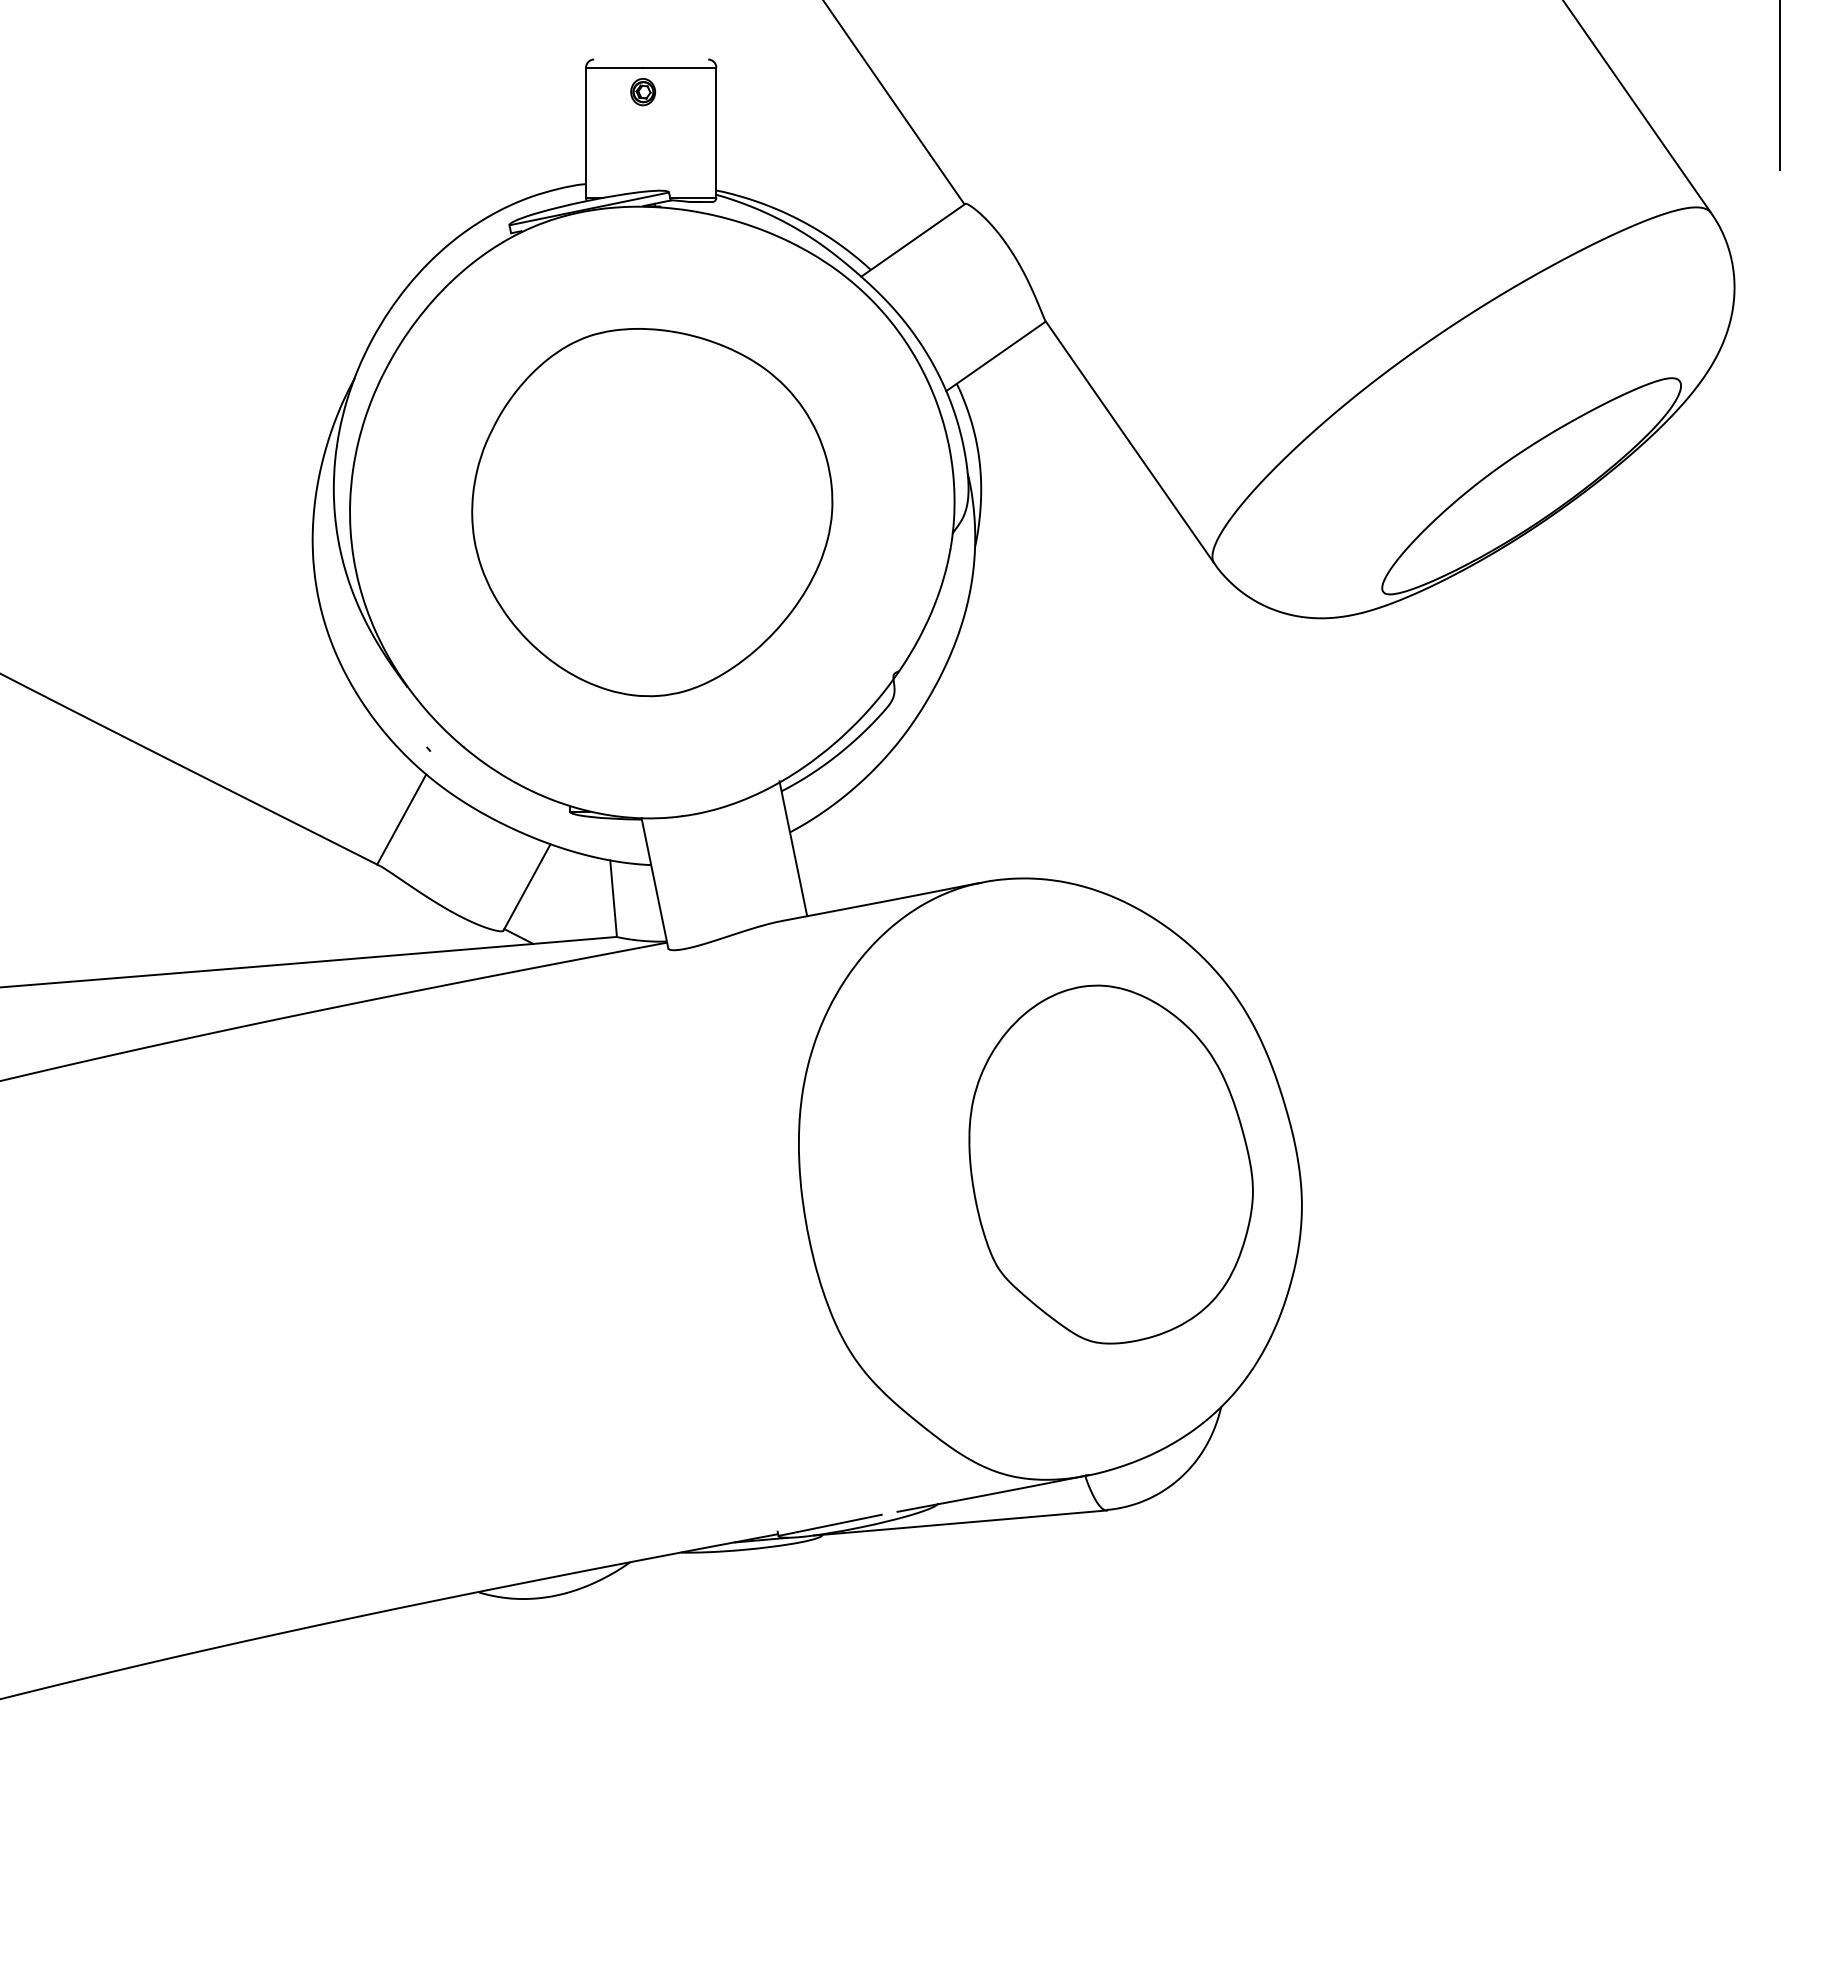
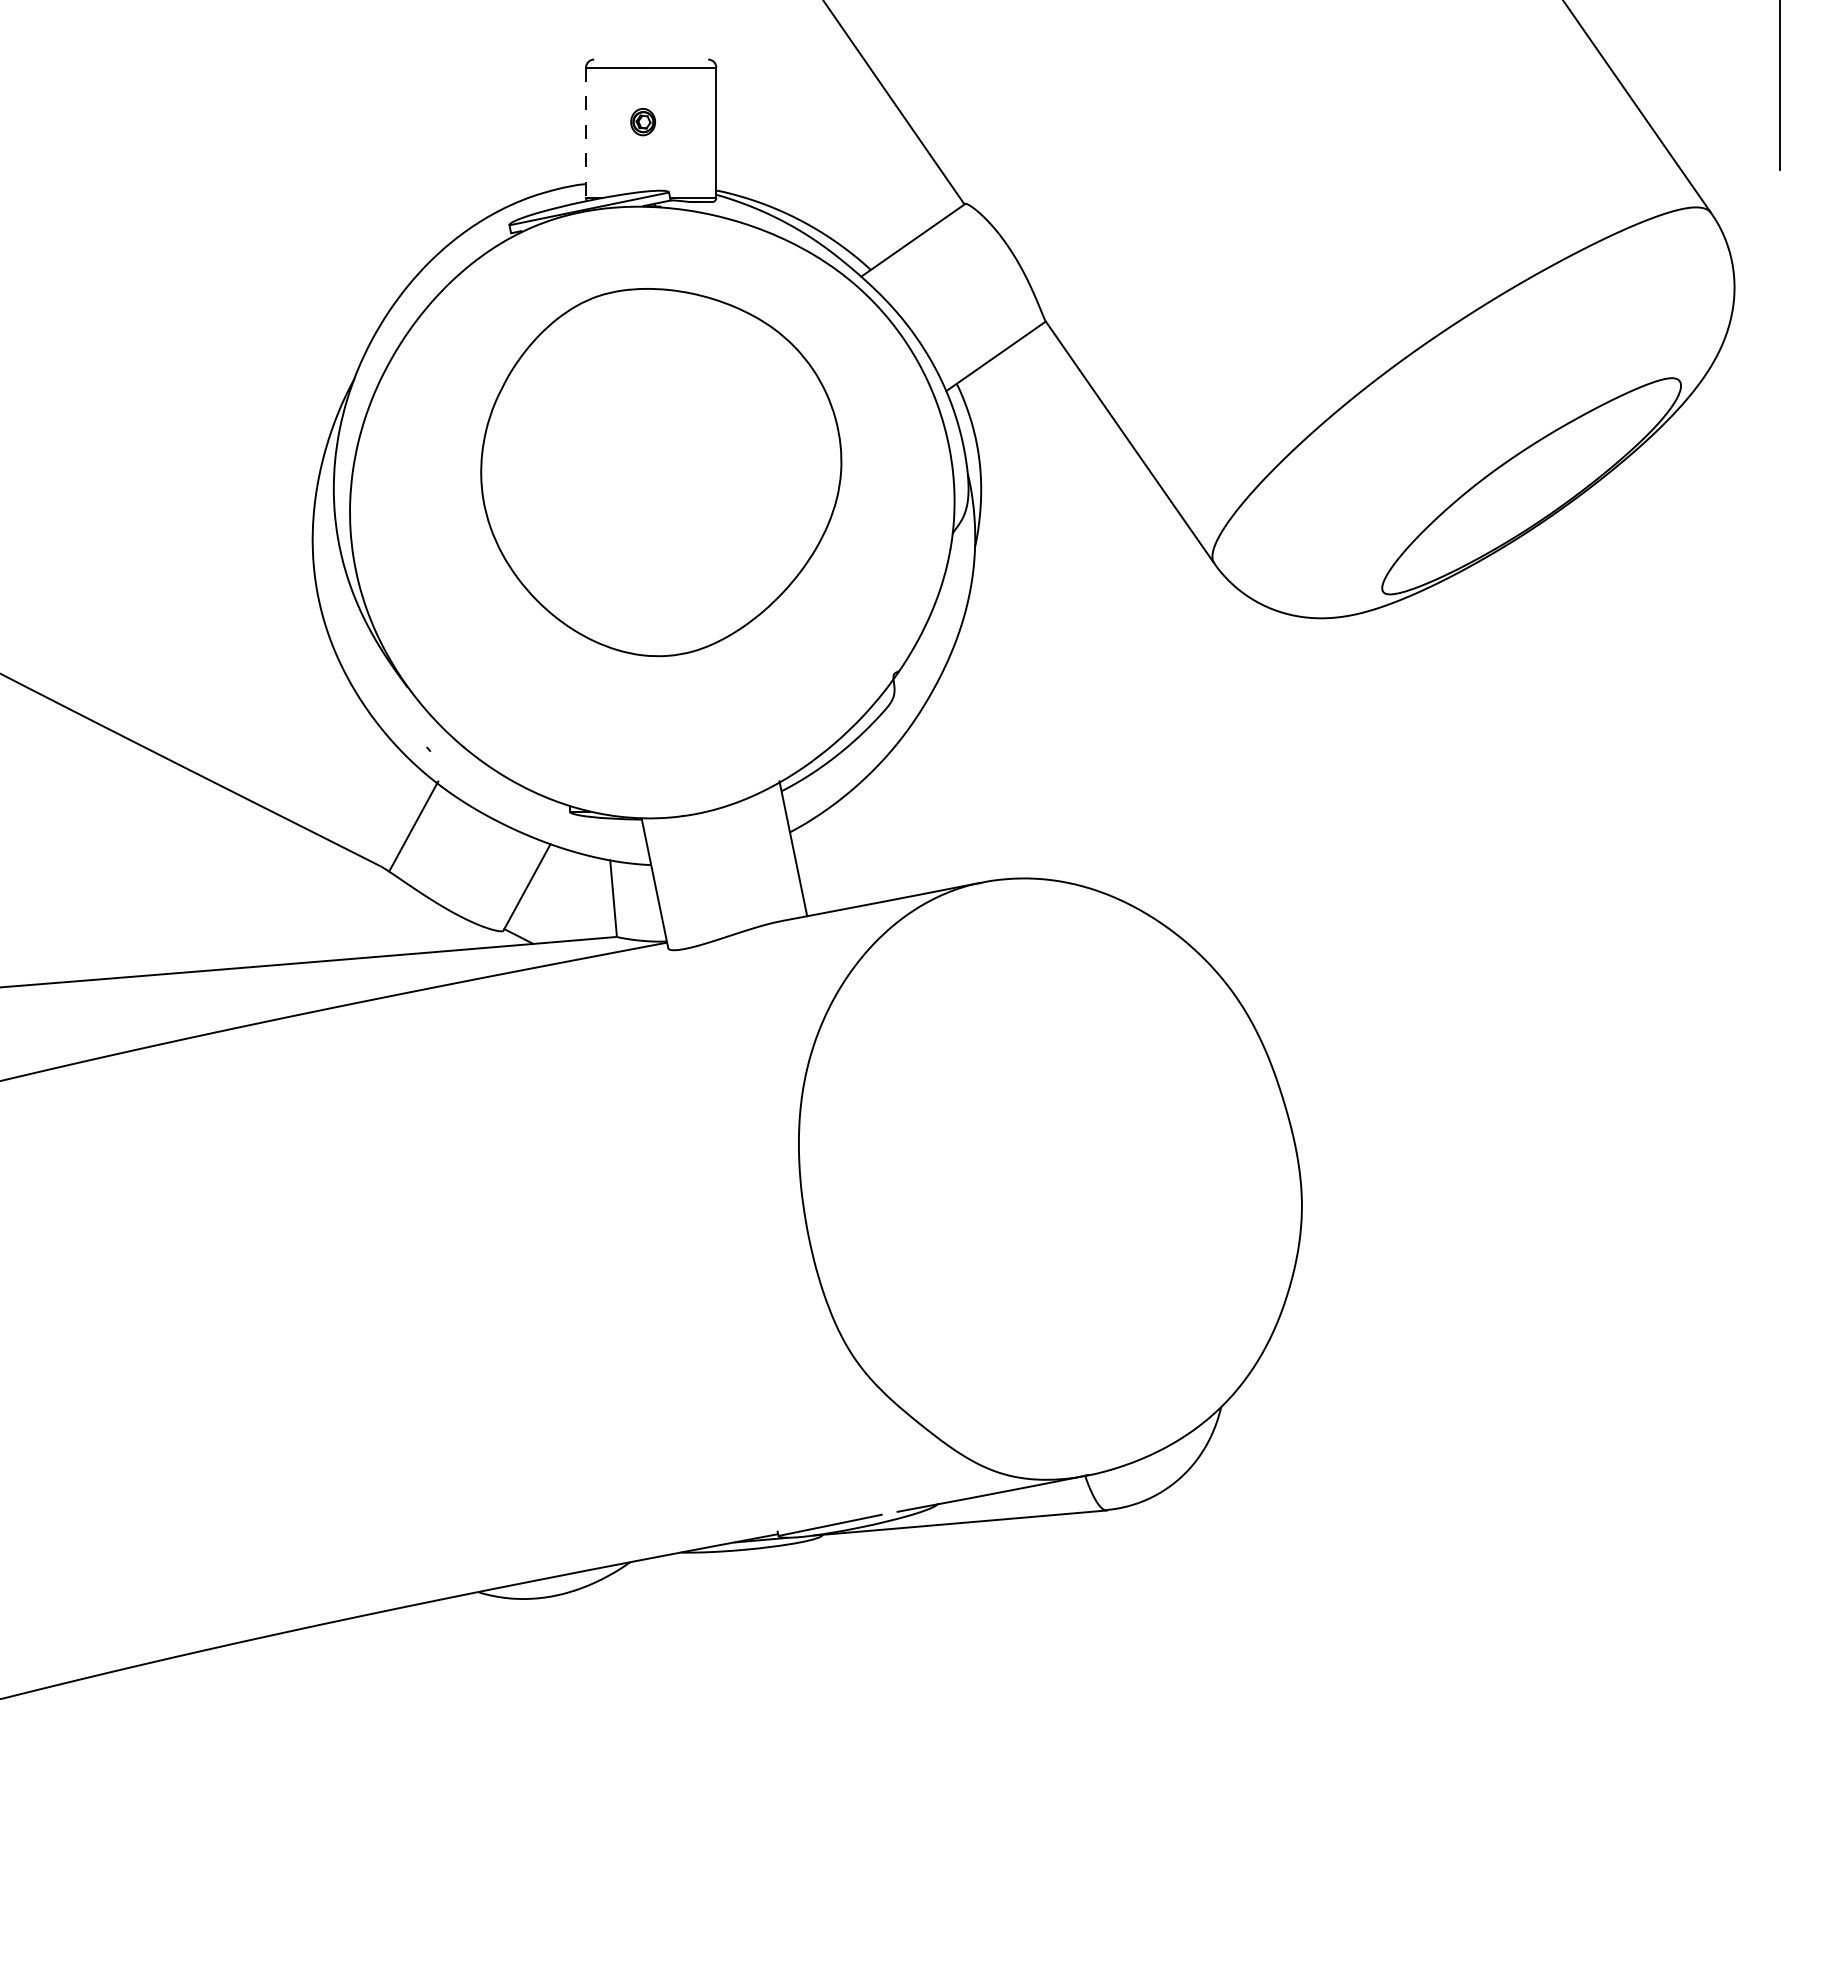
part at (643, 92) position: (643, 92) -> (643, 122)
line at (586, 133): solid -> dashed
part at (652, 512) position: (652, 512) -> (661, 472)
line at (401, 819) position: (401, 819) -> (413, 826)
part at (1110, 1164): present -> none
